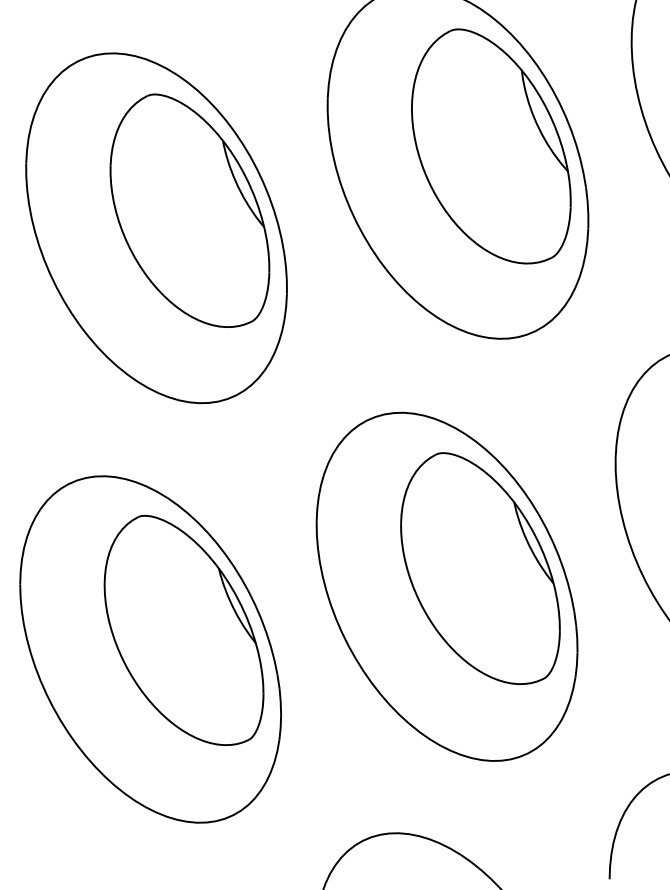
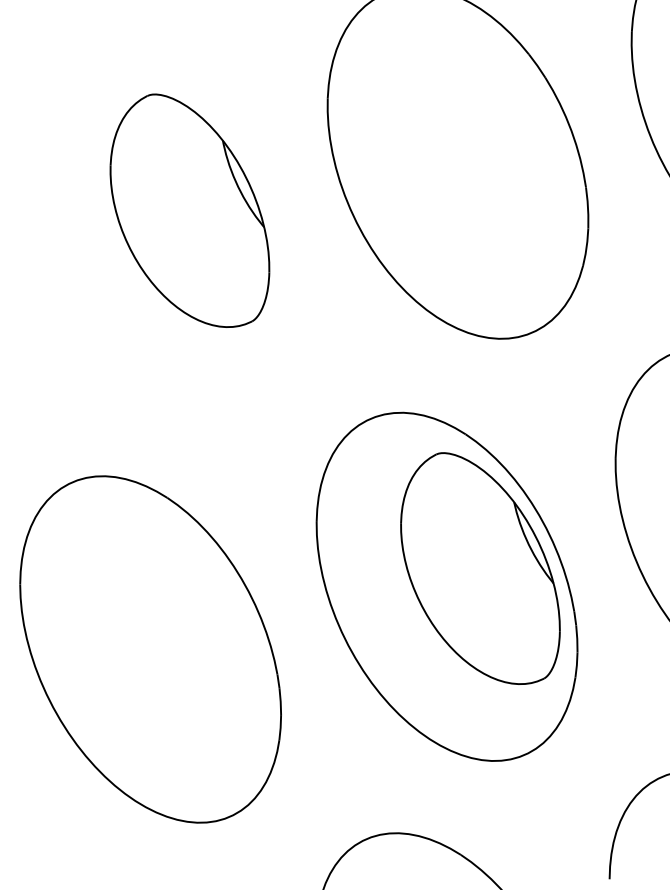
part at (491, 146): present -> none
part at (156, 228): present -> none
part at (183, 629): present -> none
